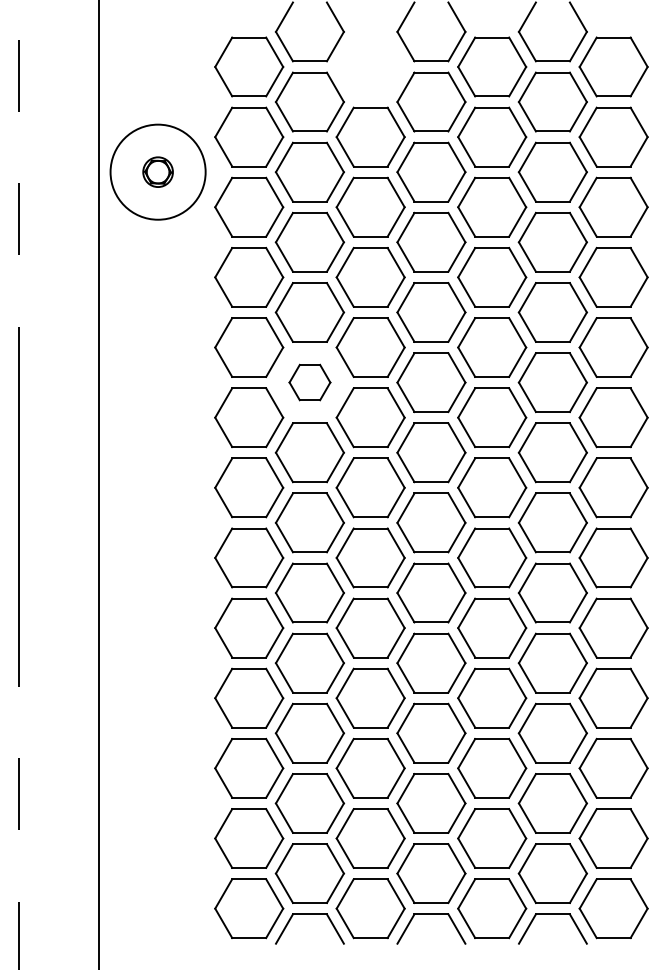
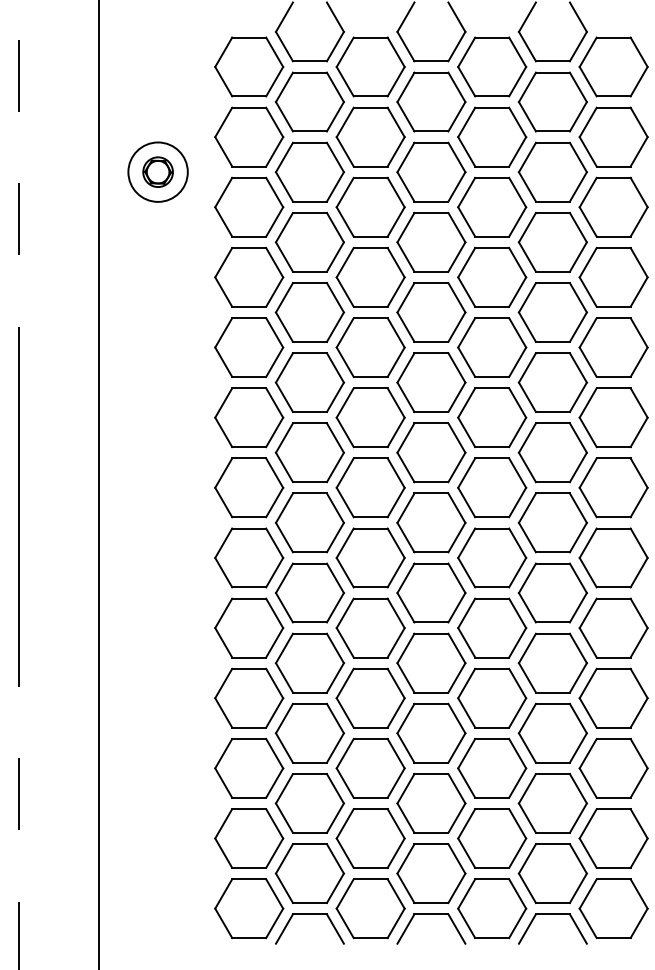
part at (370, 66): none -> present
circle at (157, 171) diameter: 95 px -> 59 px
part at (309, 382) size: 44x39 px -> 72x61 px
